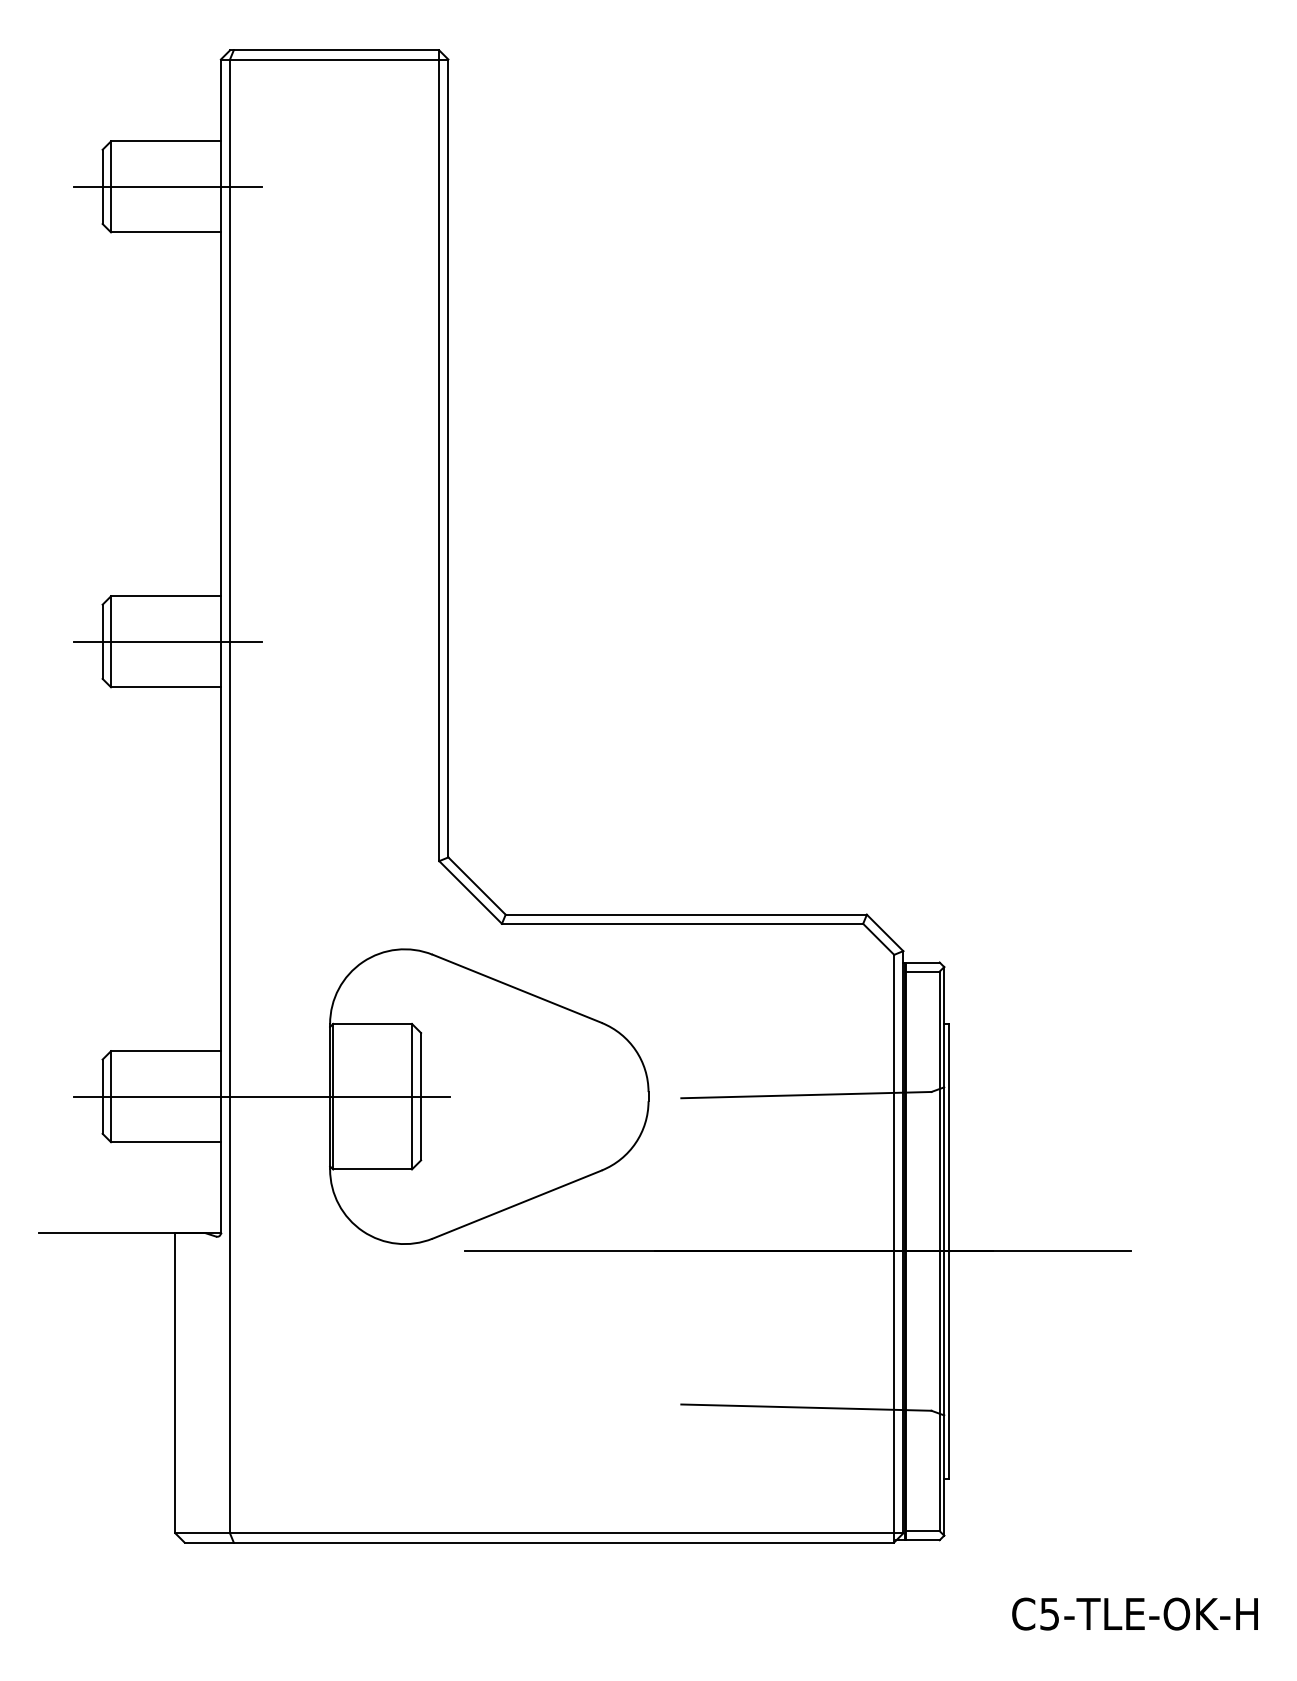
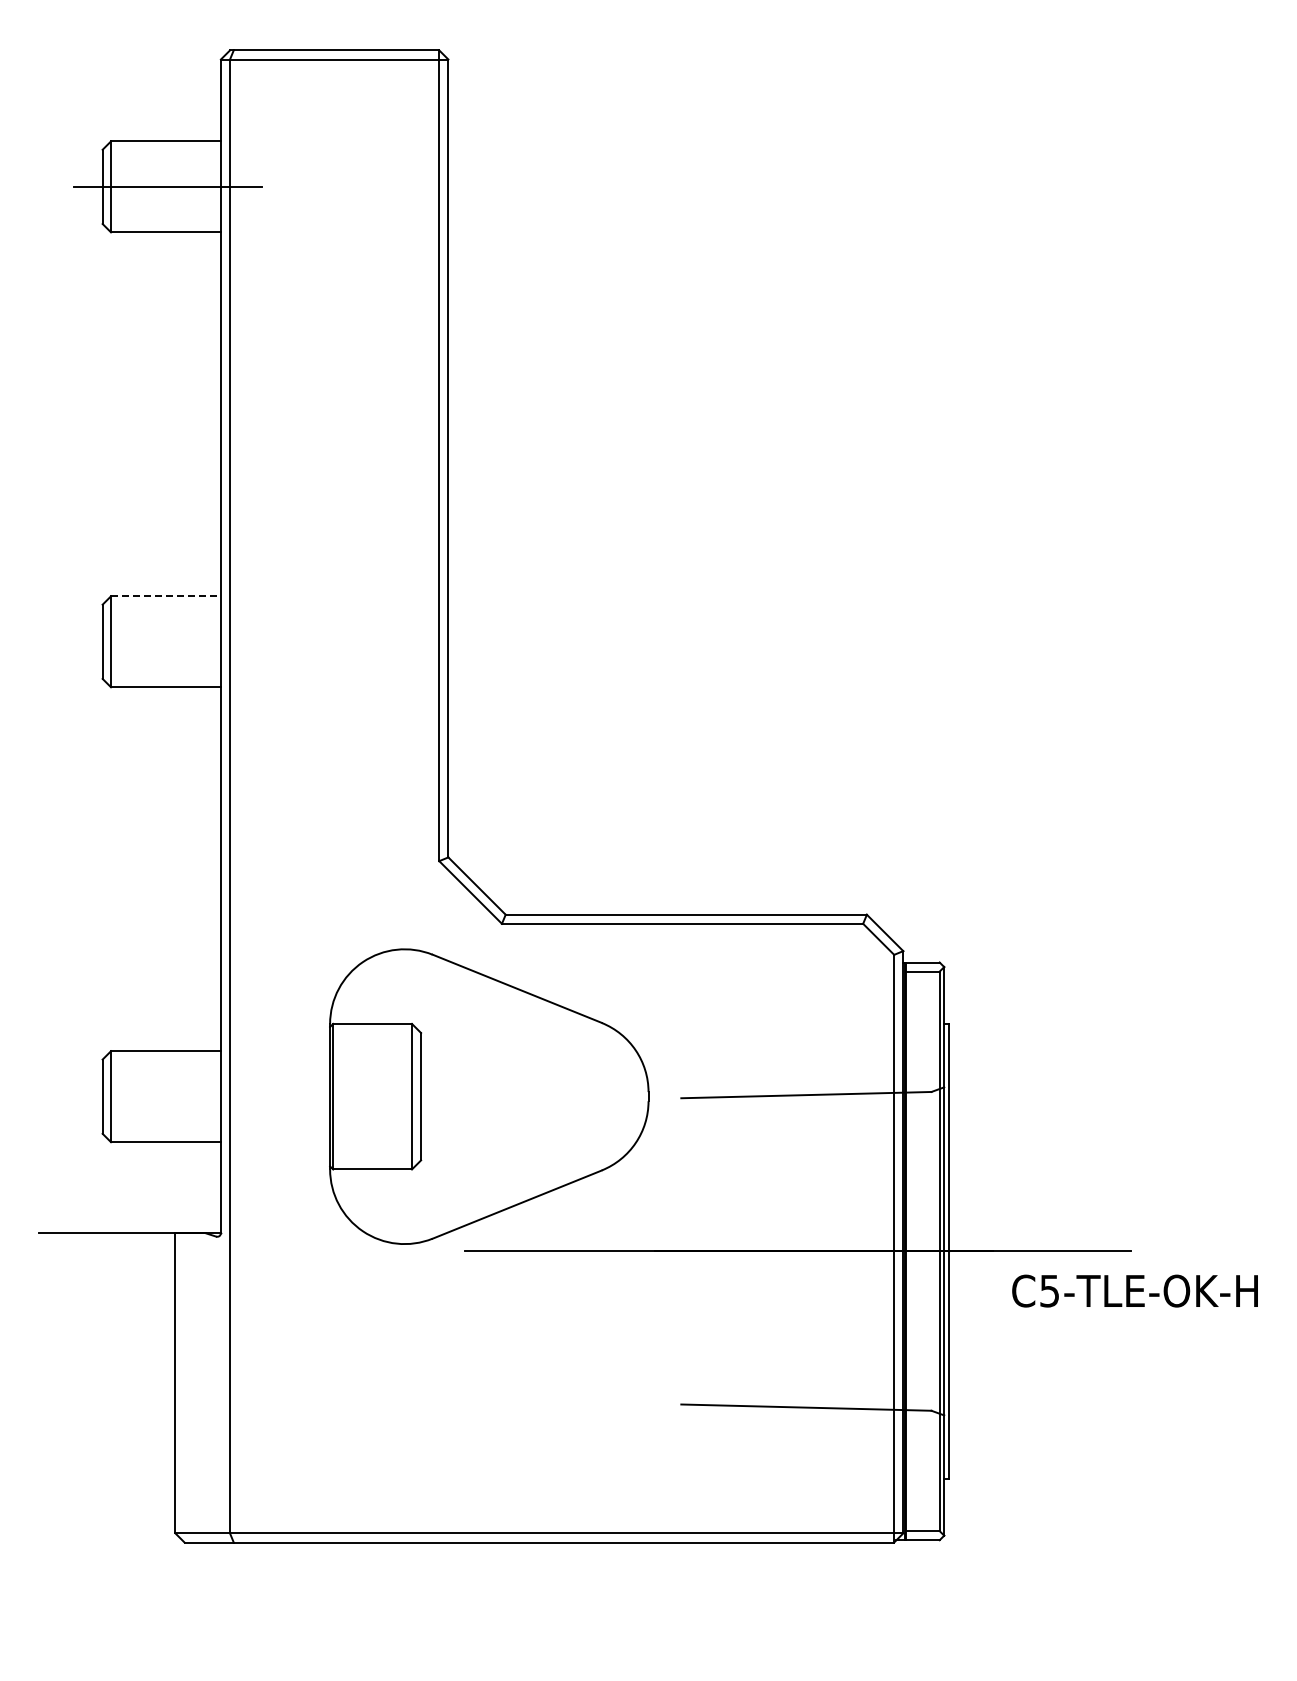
line at (165, 596): solid -> dashed
line at (167, 641): present -> none
line at (261, 1096): present -> none
text at (1134, 1613) position: (1134, 1613) -> (1134, 1290)
